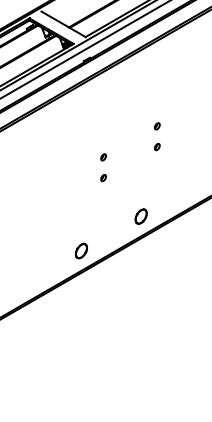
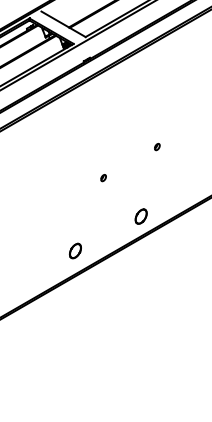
line at (84, 49): present -> none
part at (157, 126): present -> none
part at (103, 157): present -> none
part at (81, 250) position: (81, 250) -> (75, 250)
